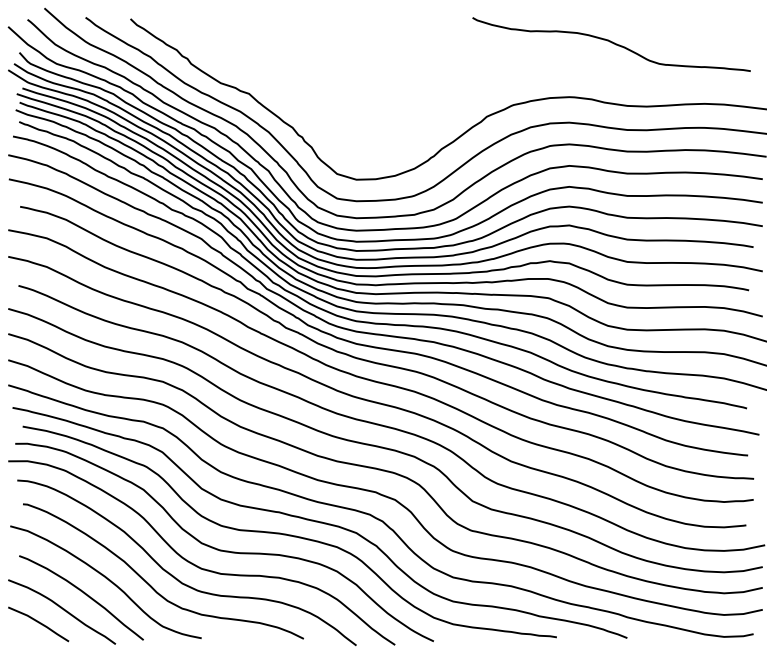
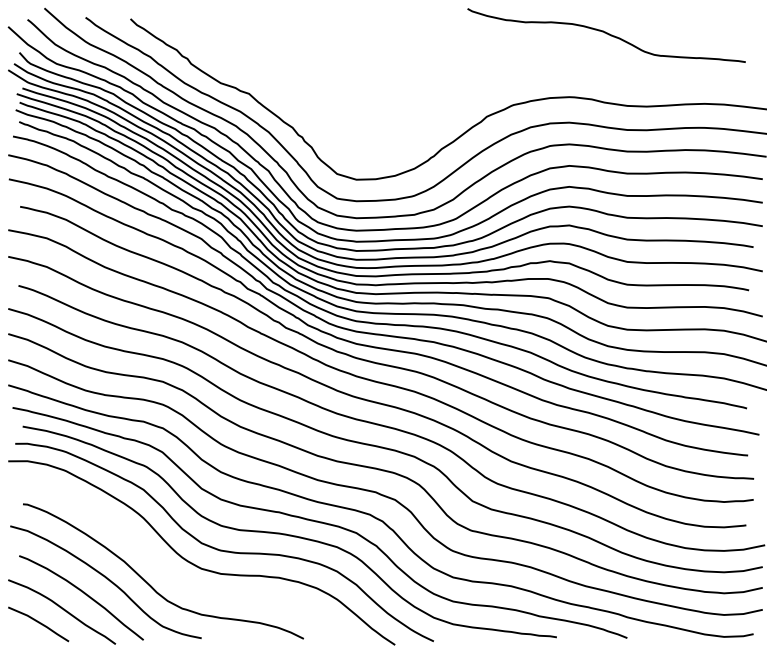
curve at (611, 43) position: (611, 43) -> (606, 34)
curve at (176, 577): present -> none
